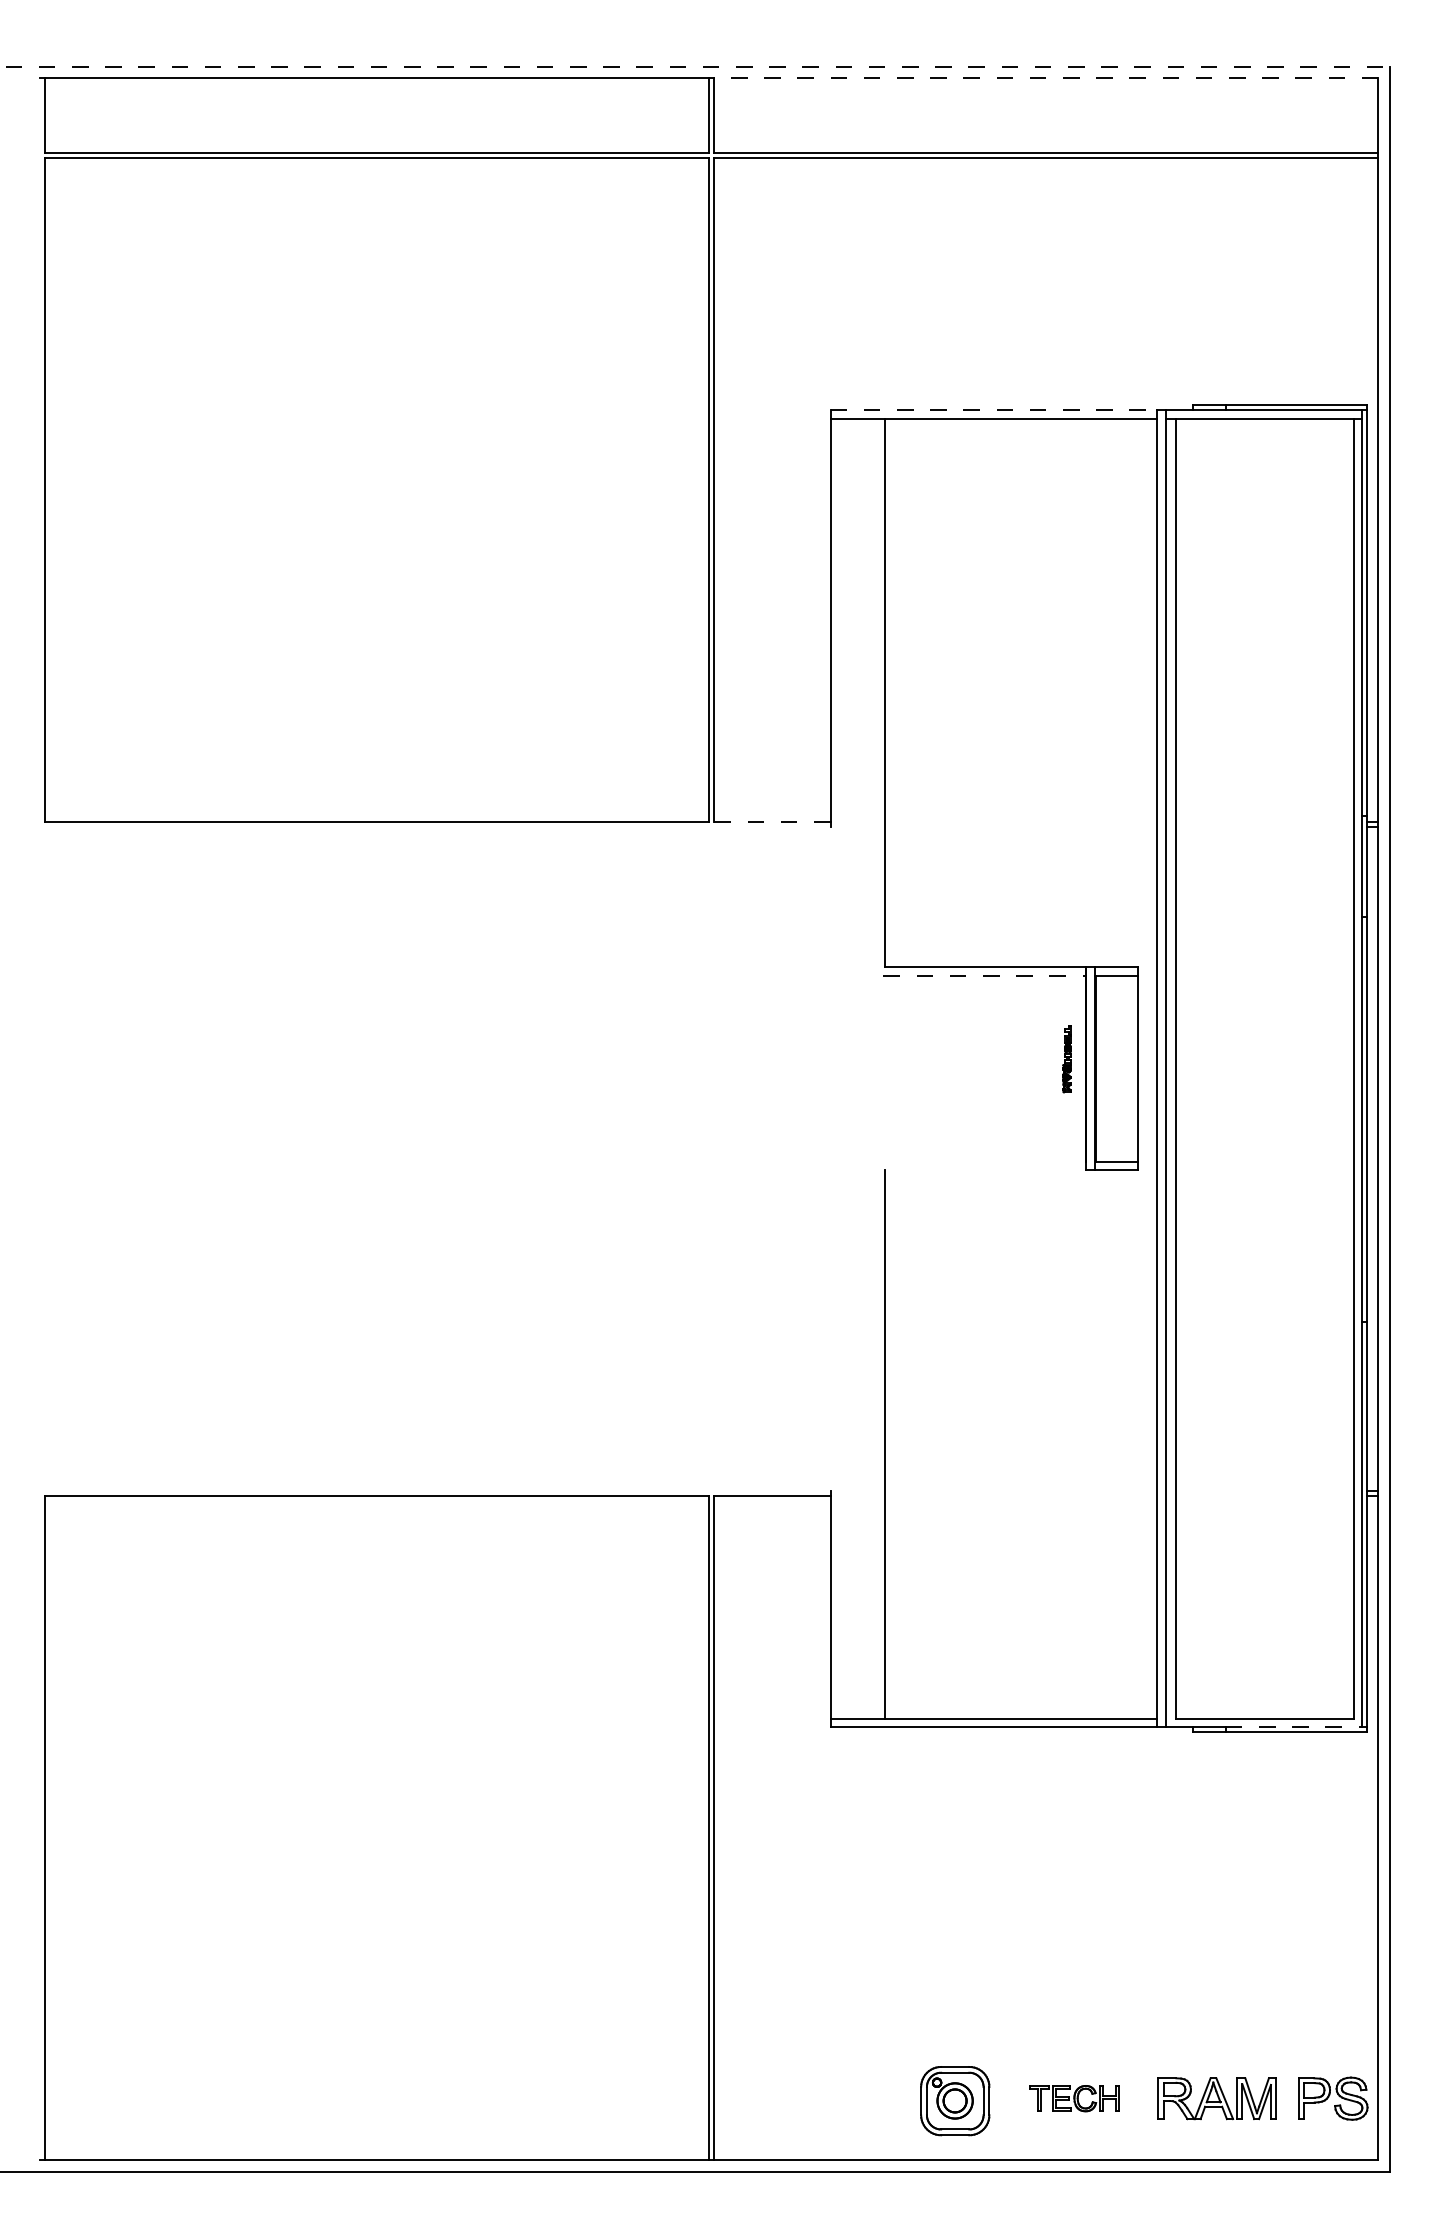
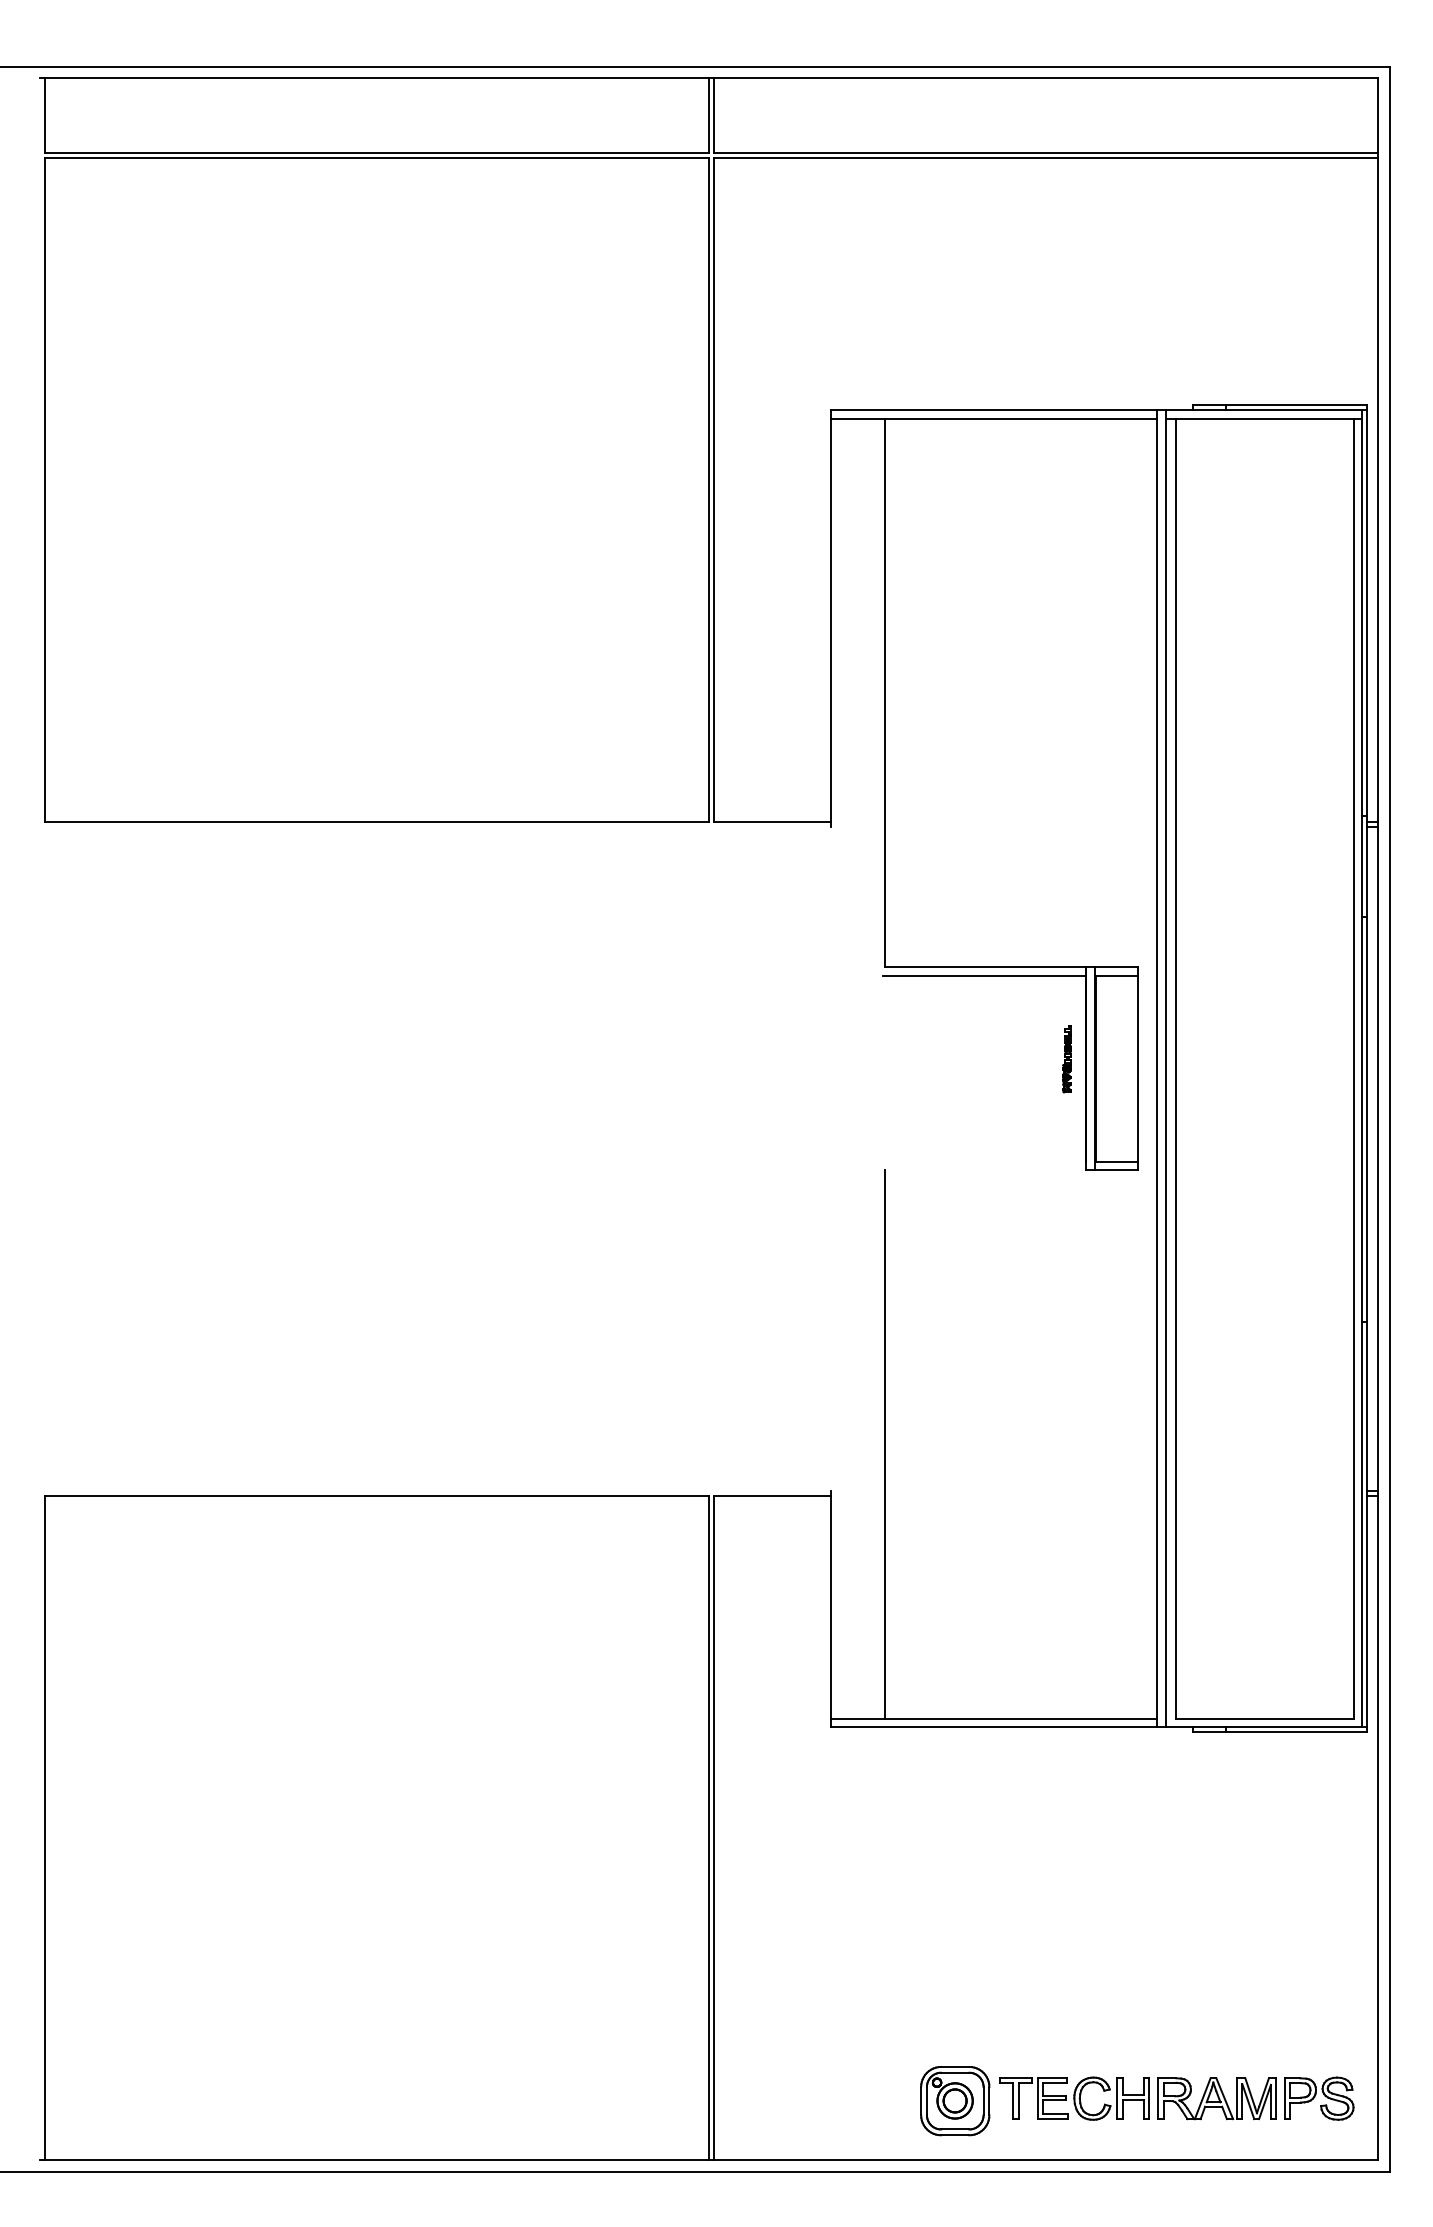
line at (695, 66): dashed -> solid
line at (1045, 78): dashed -> solid
line at (994, 410): dashed -> solid
line at (773, 822): dashed -> solid
line at (985, 975): dashed -> solid
line at (1294, 1726): dashed -> solid
part at (1074, 2098) size: 91x28 px -> 151x45 px
part at (1333, 2098) position: (1333, 2098) -> (1319, 2098)
